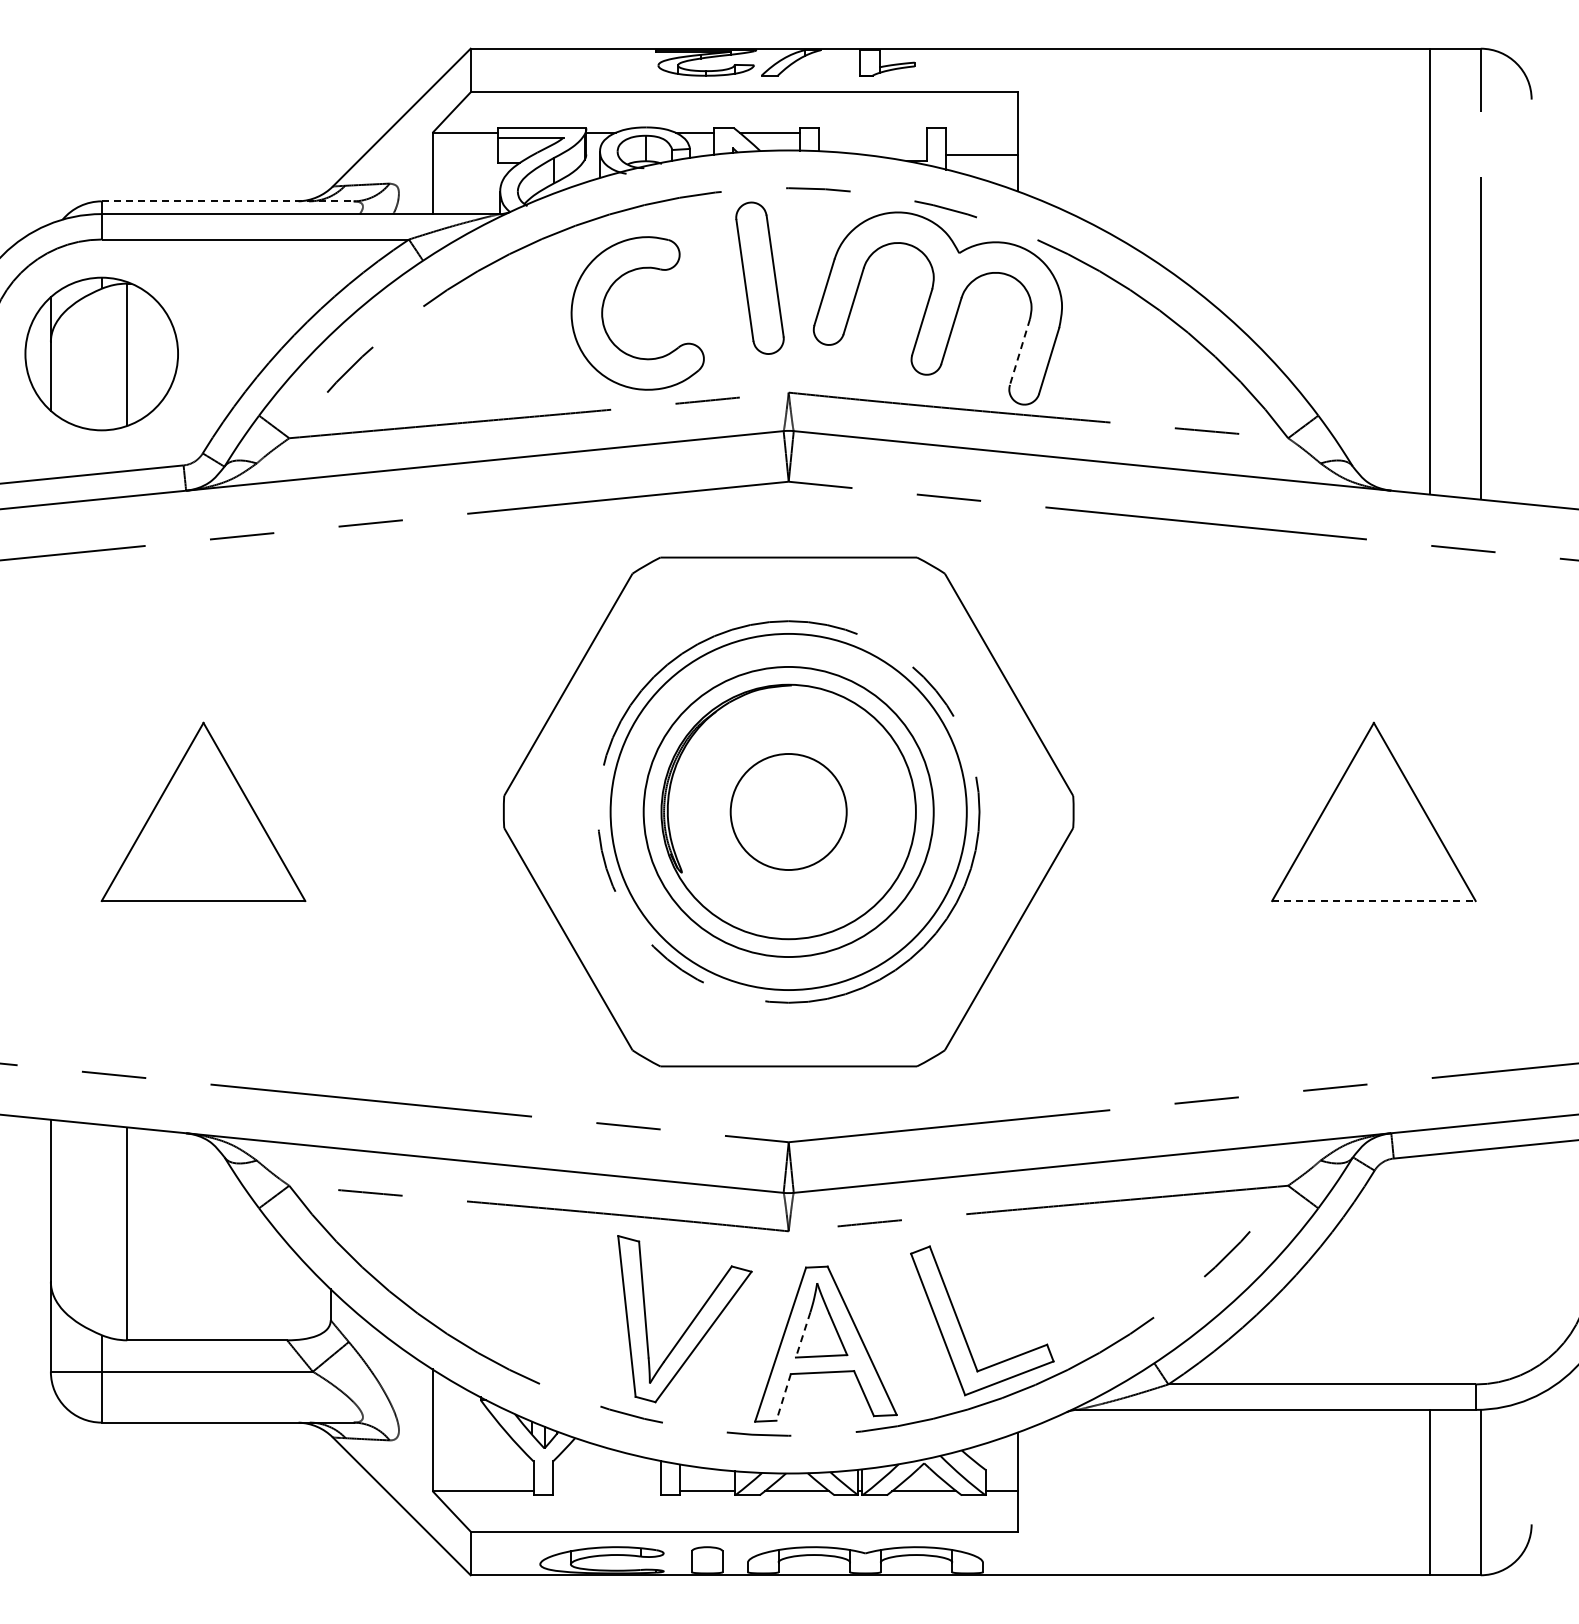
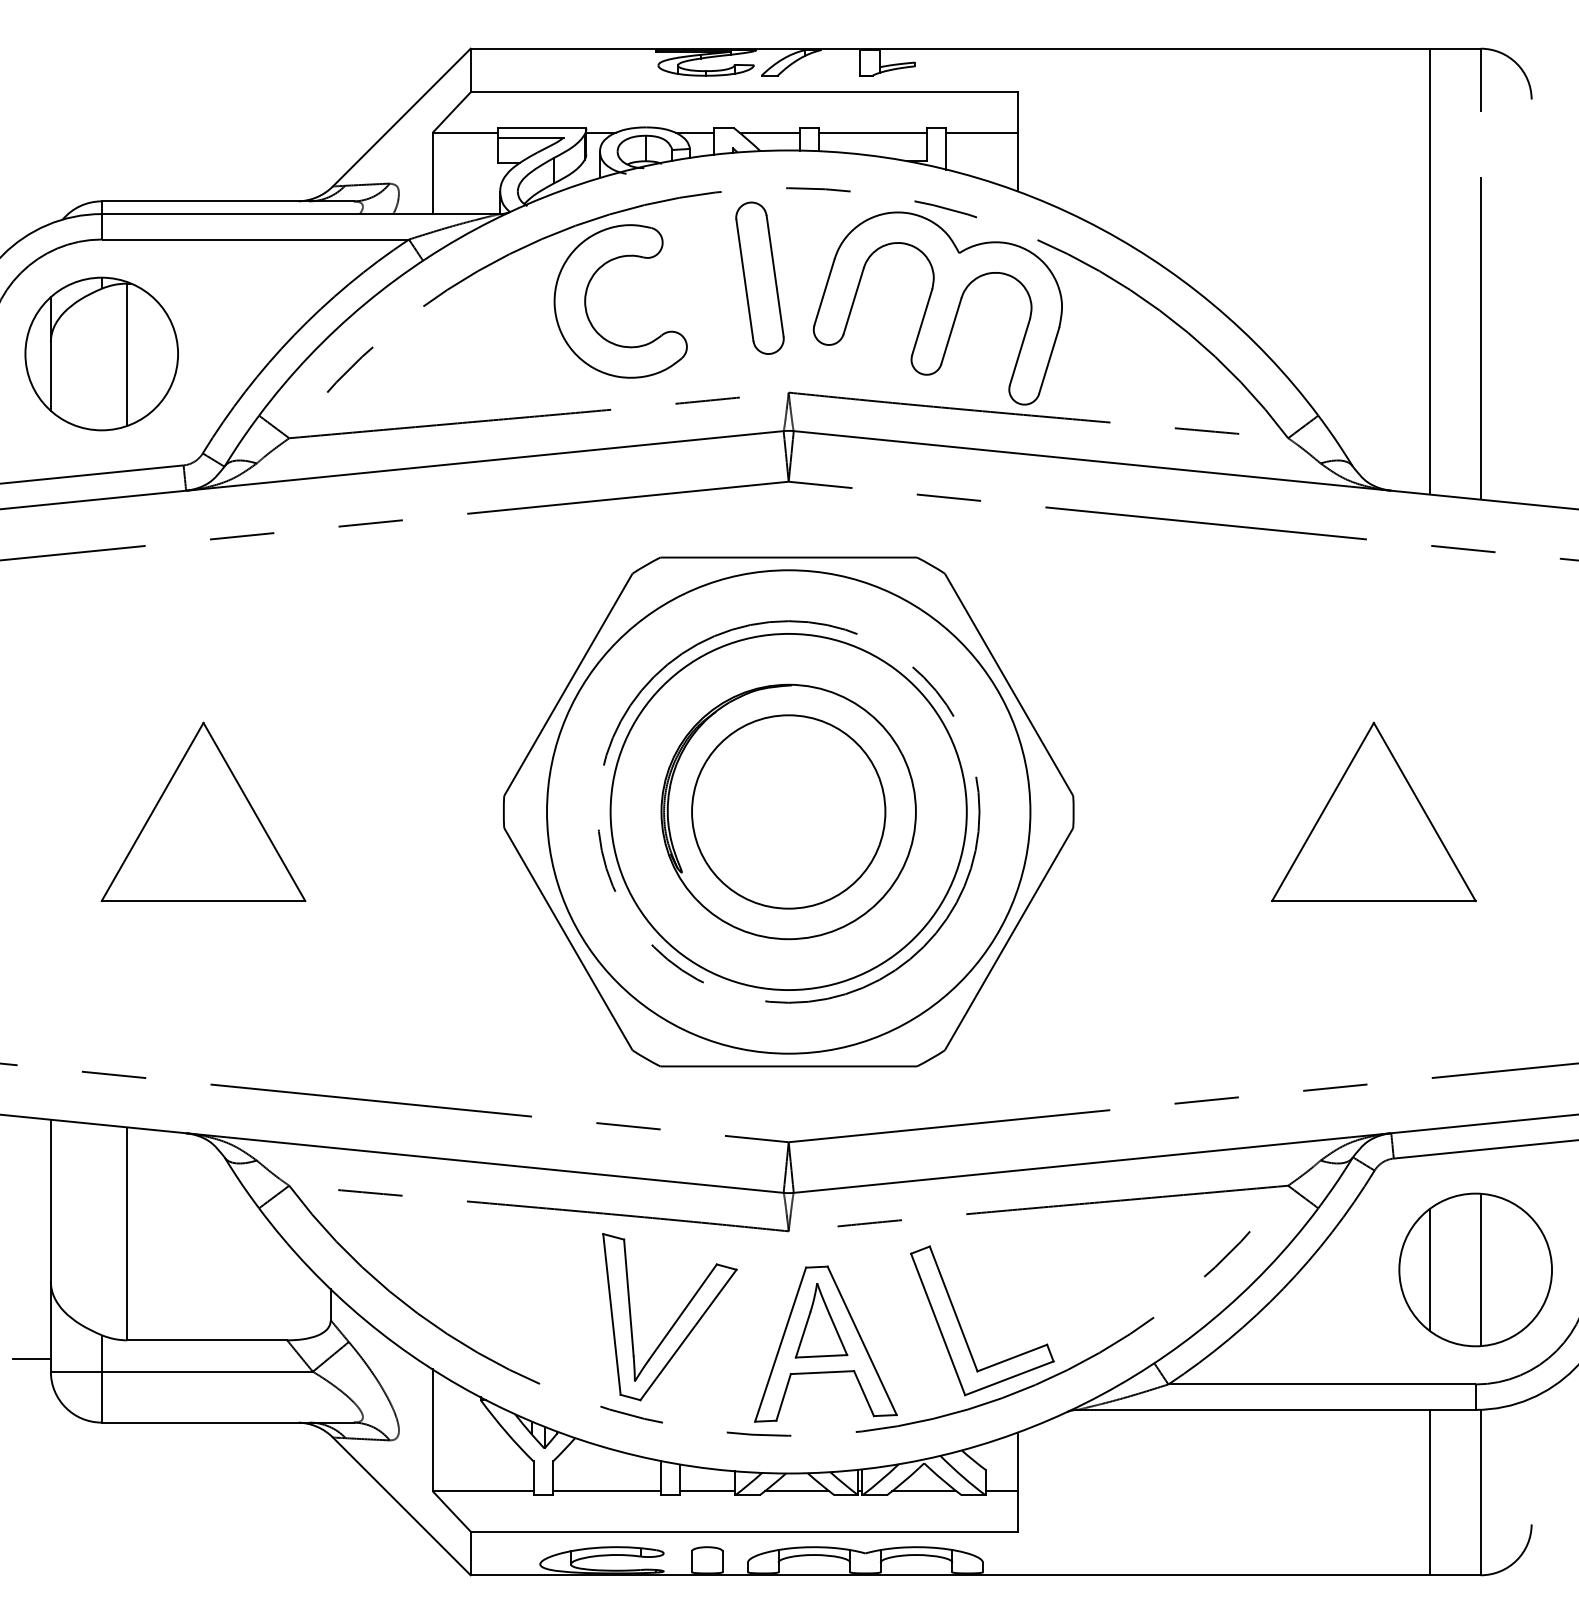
line at (872, 132): none -> present
line at (981, 154) position: (981, 154) -> (981, 132)
line at (227, 201): dashed -> solid
part at (603, 313) position: (603, 313) -> (586, 301)
line at (1019, 352): dashed -> solid
circle at (788, 811) diameter: 116 px -> 193 px
circle at (788, 811) diameter: 290 px -> 483 px
line at (1373, 901): dashed -> solid
part at (1475, 1269): none -> present
part at (690, 1322) position: (690, 1322) -> (675, 1320)
line at (803, 1334): dashed -> solid
line at (31, 1359): none -> present
line at (783, 1397): dashed -> solid
line at (606, 1491): none -> present
